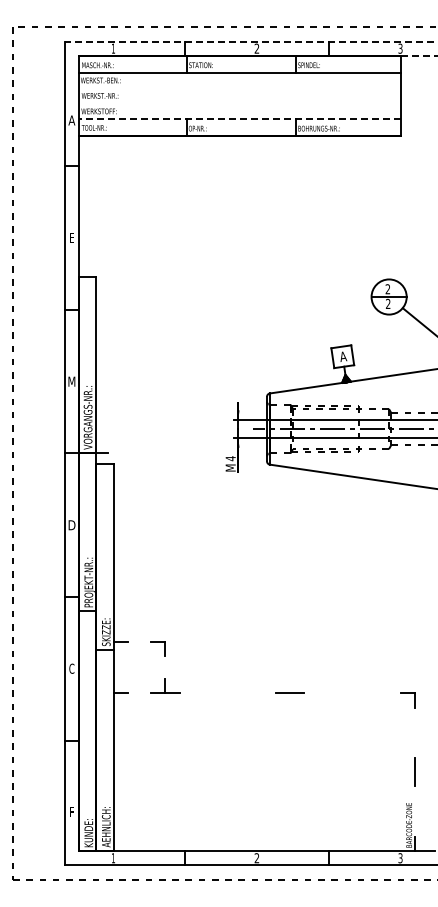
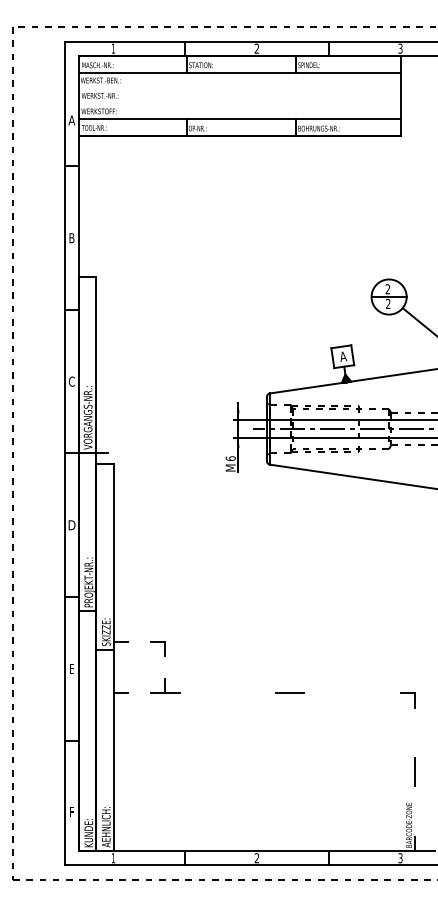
line at (250, 41): dashed -> solid
line at (419, 55): dashed -> solid
line at (239, 119): dashed -> solid
text at (71, 238): E -> B
text at (71, 381): M -> C
text at (230, 458): 4 -> 6
text at (71, 668): C -> E
